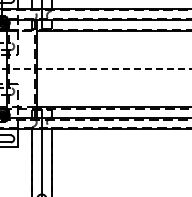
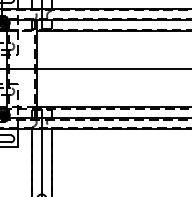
line at (96, 69): dashed -> solid
